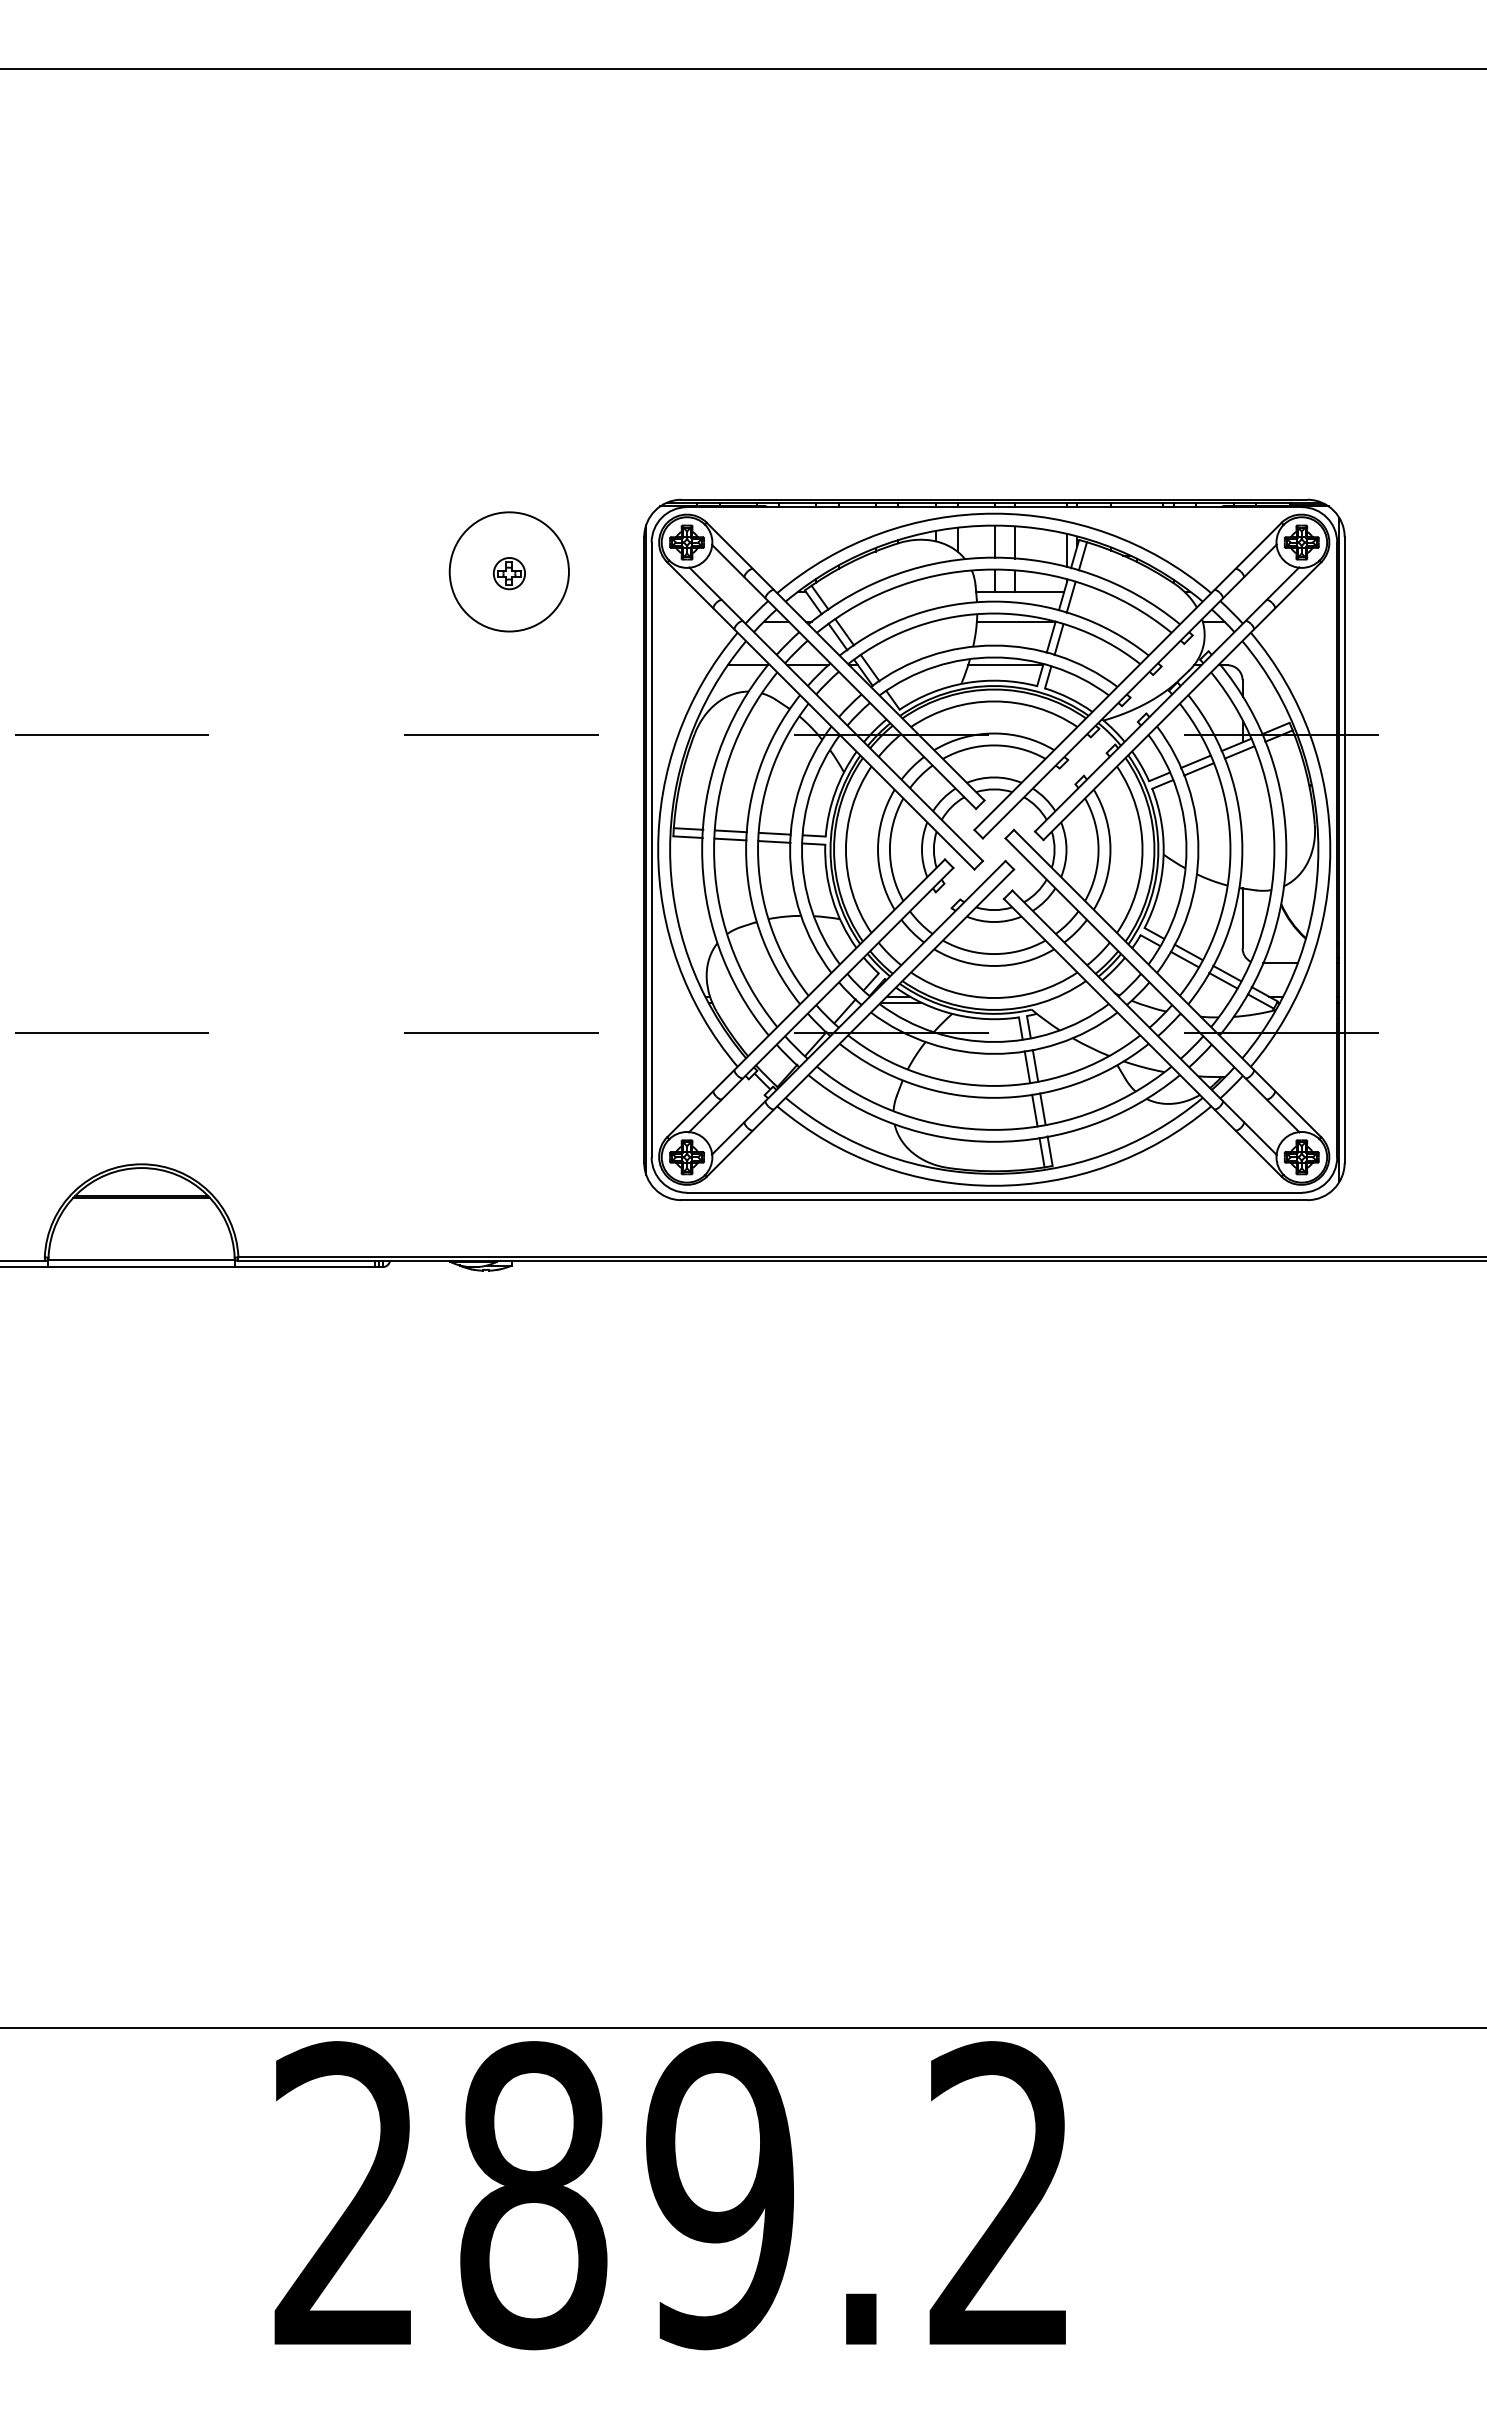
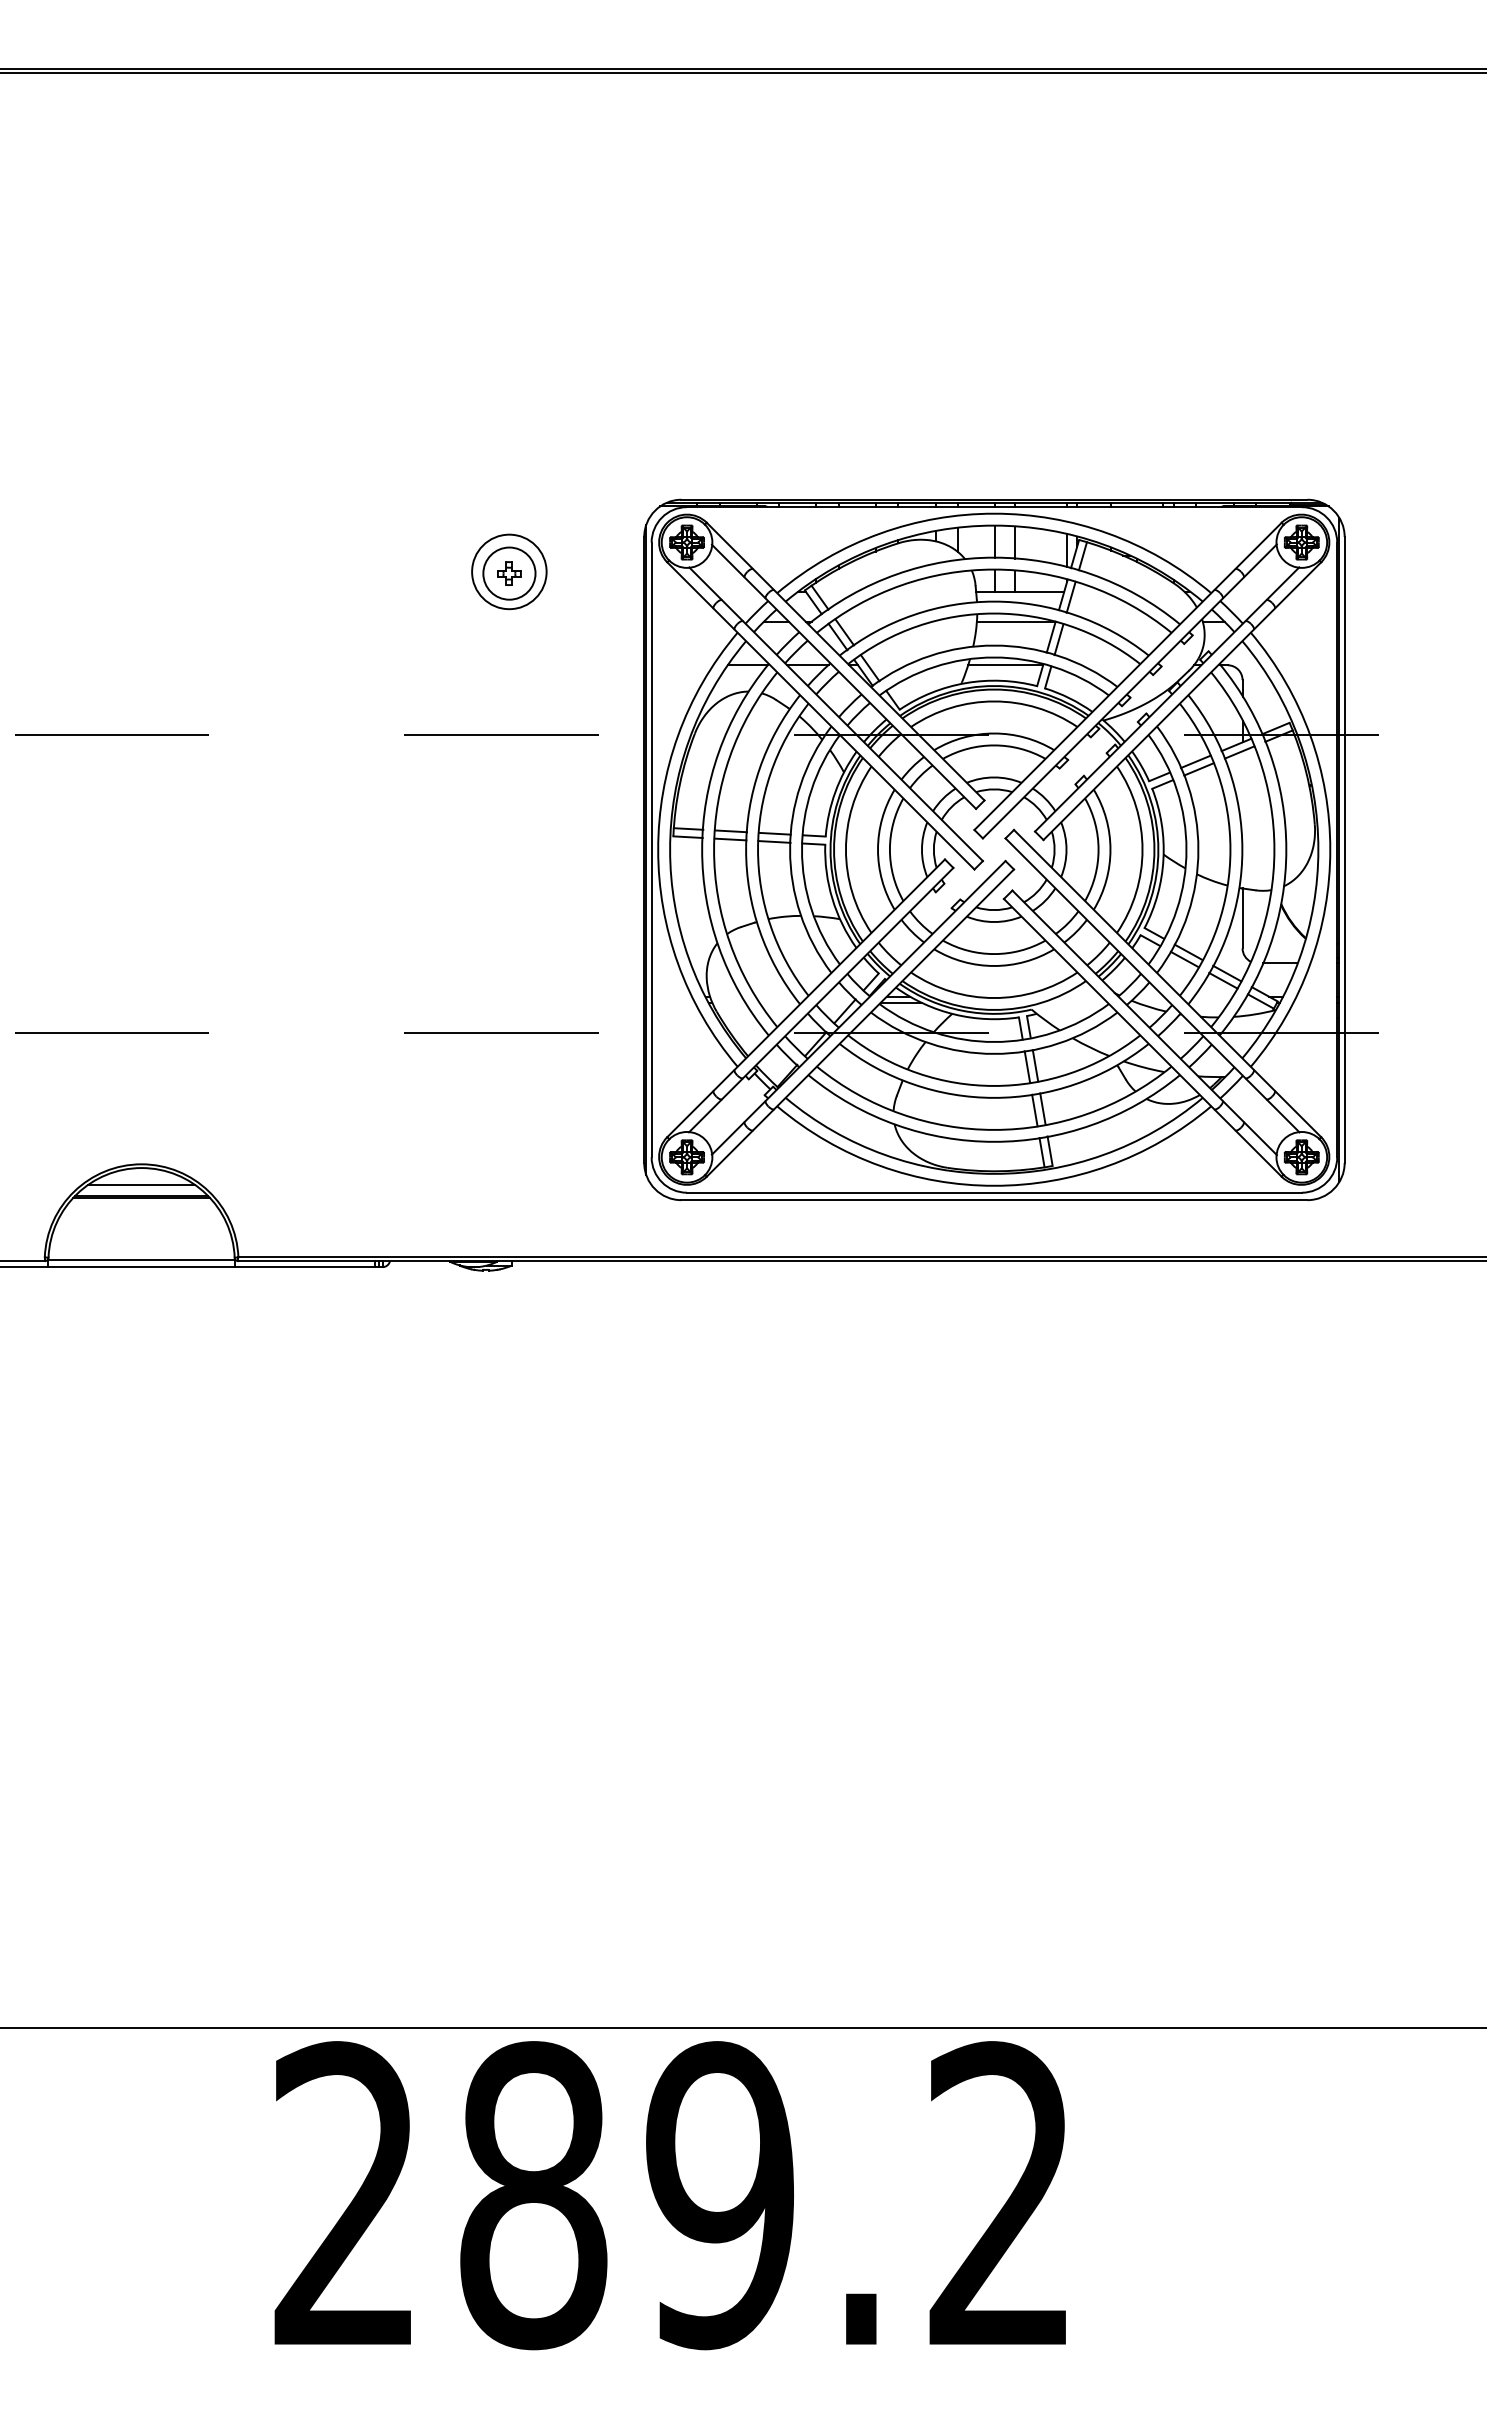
line at (742, 72): none -> present
circle at (508, 571) diameter: 119 px -> 75 px
circle at (509, 573) diameter: 31 px -> 52 px
line at (141, 1185): none -> present
